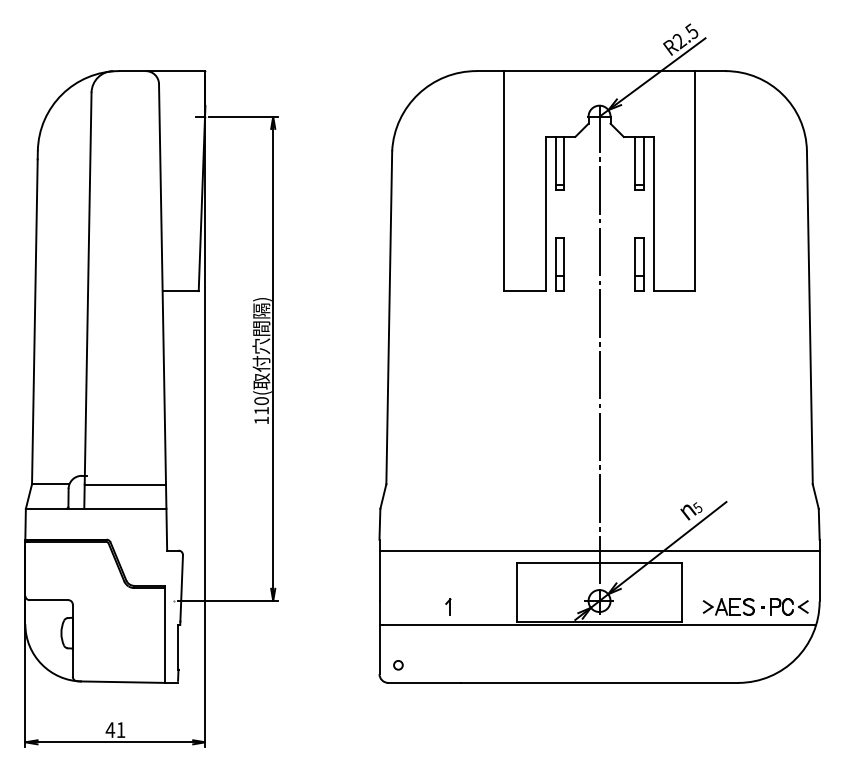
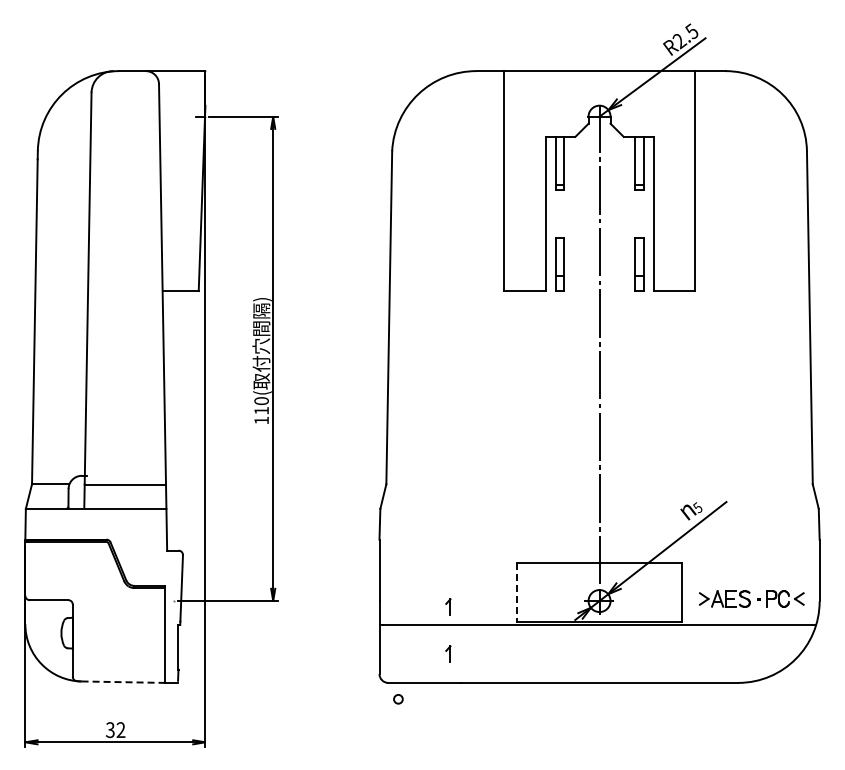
line at (599, 550): present -> none
line at (517, 592): solid -> dashed
part at (755, 606) position: (755, 606) -> (751, 598)
part at (448, 653): none -> present
circle at (398, 665) position: (398, 665) -> (398, 699)
line at (123, 682): solid -> dashed
text at (115, 730): 41 -> 32
